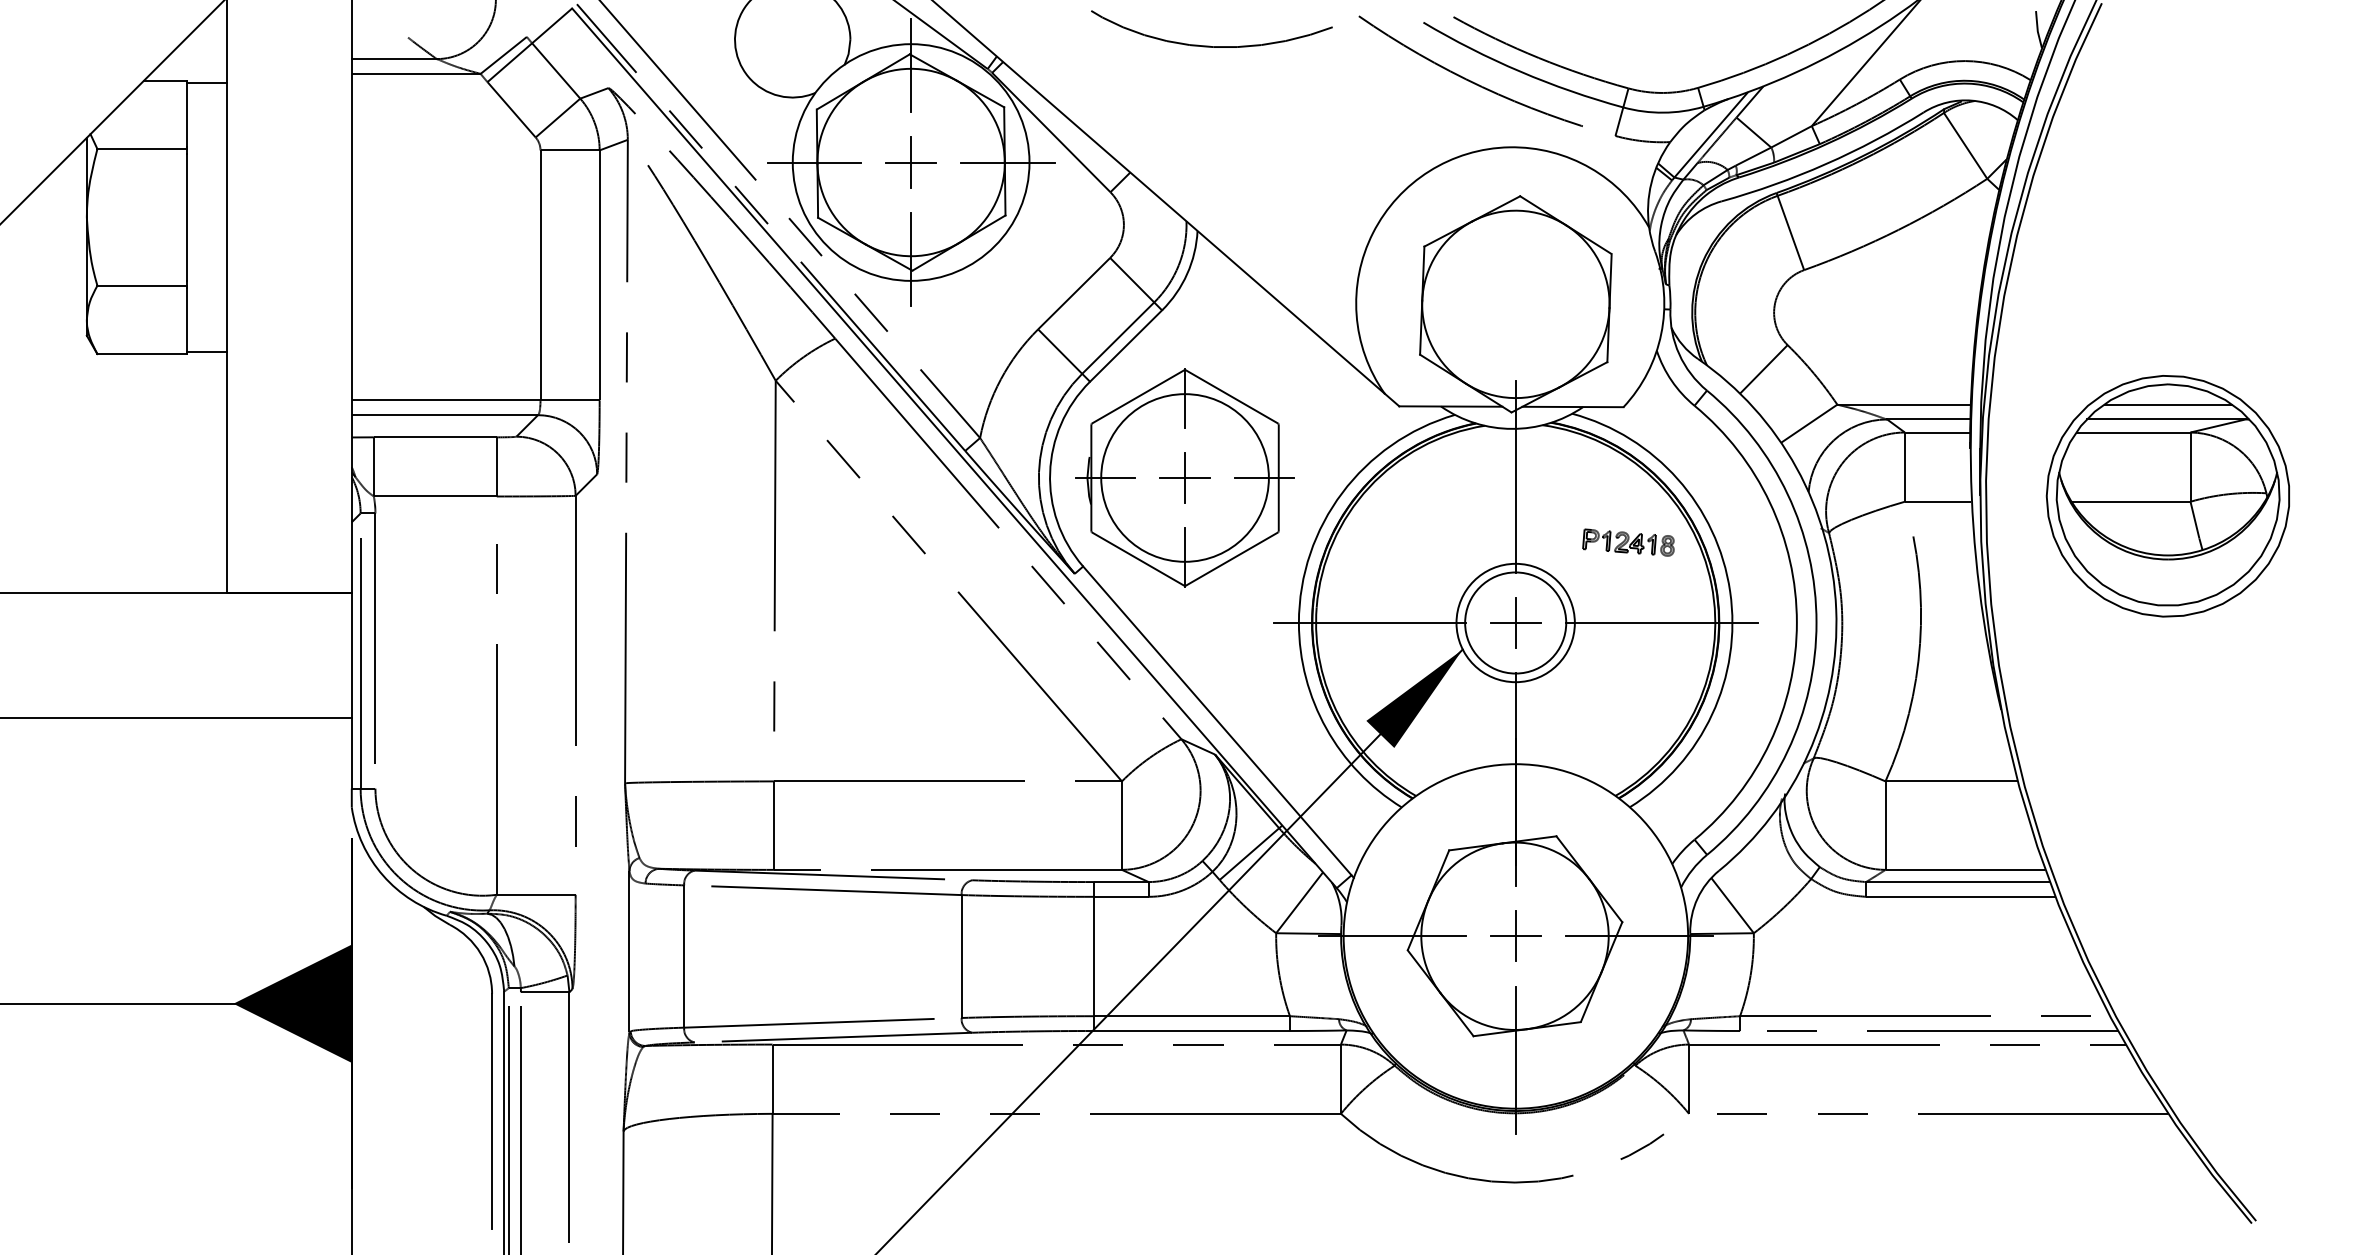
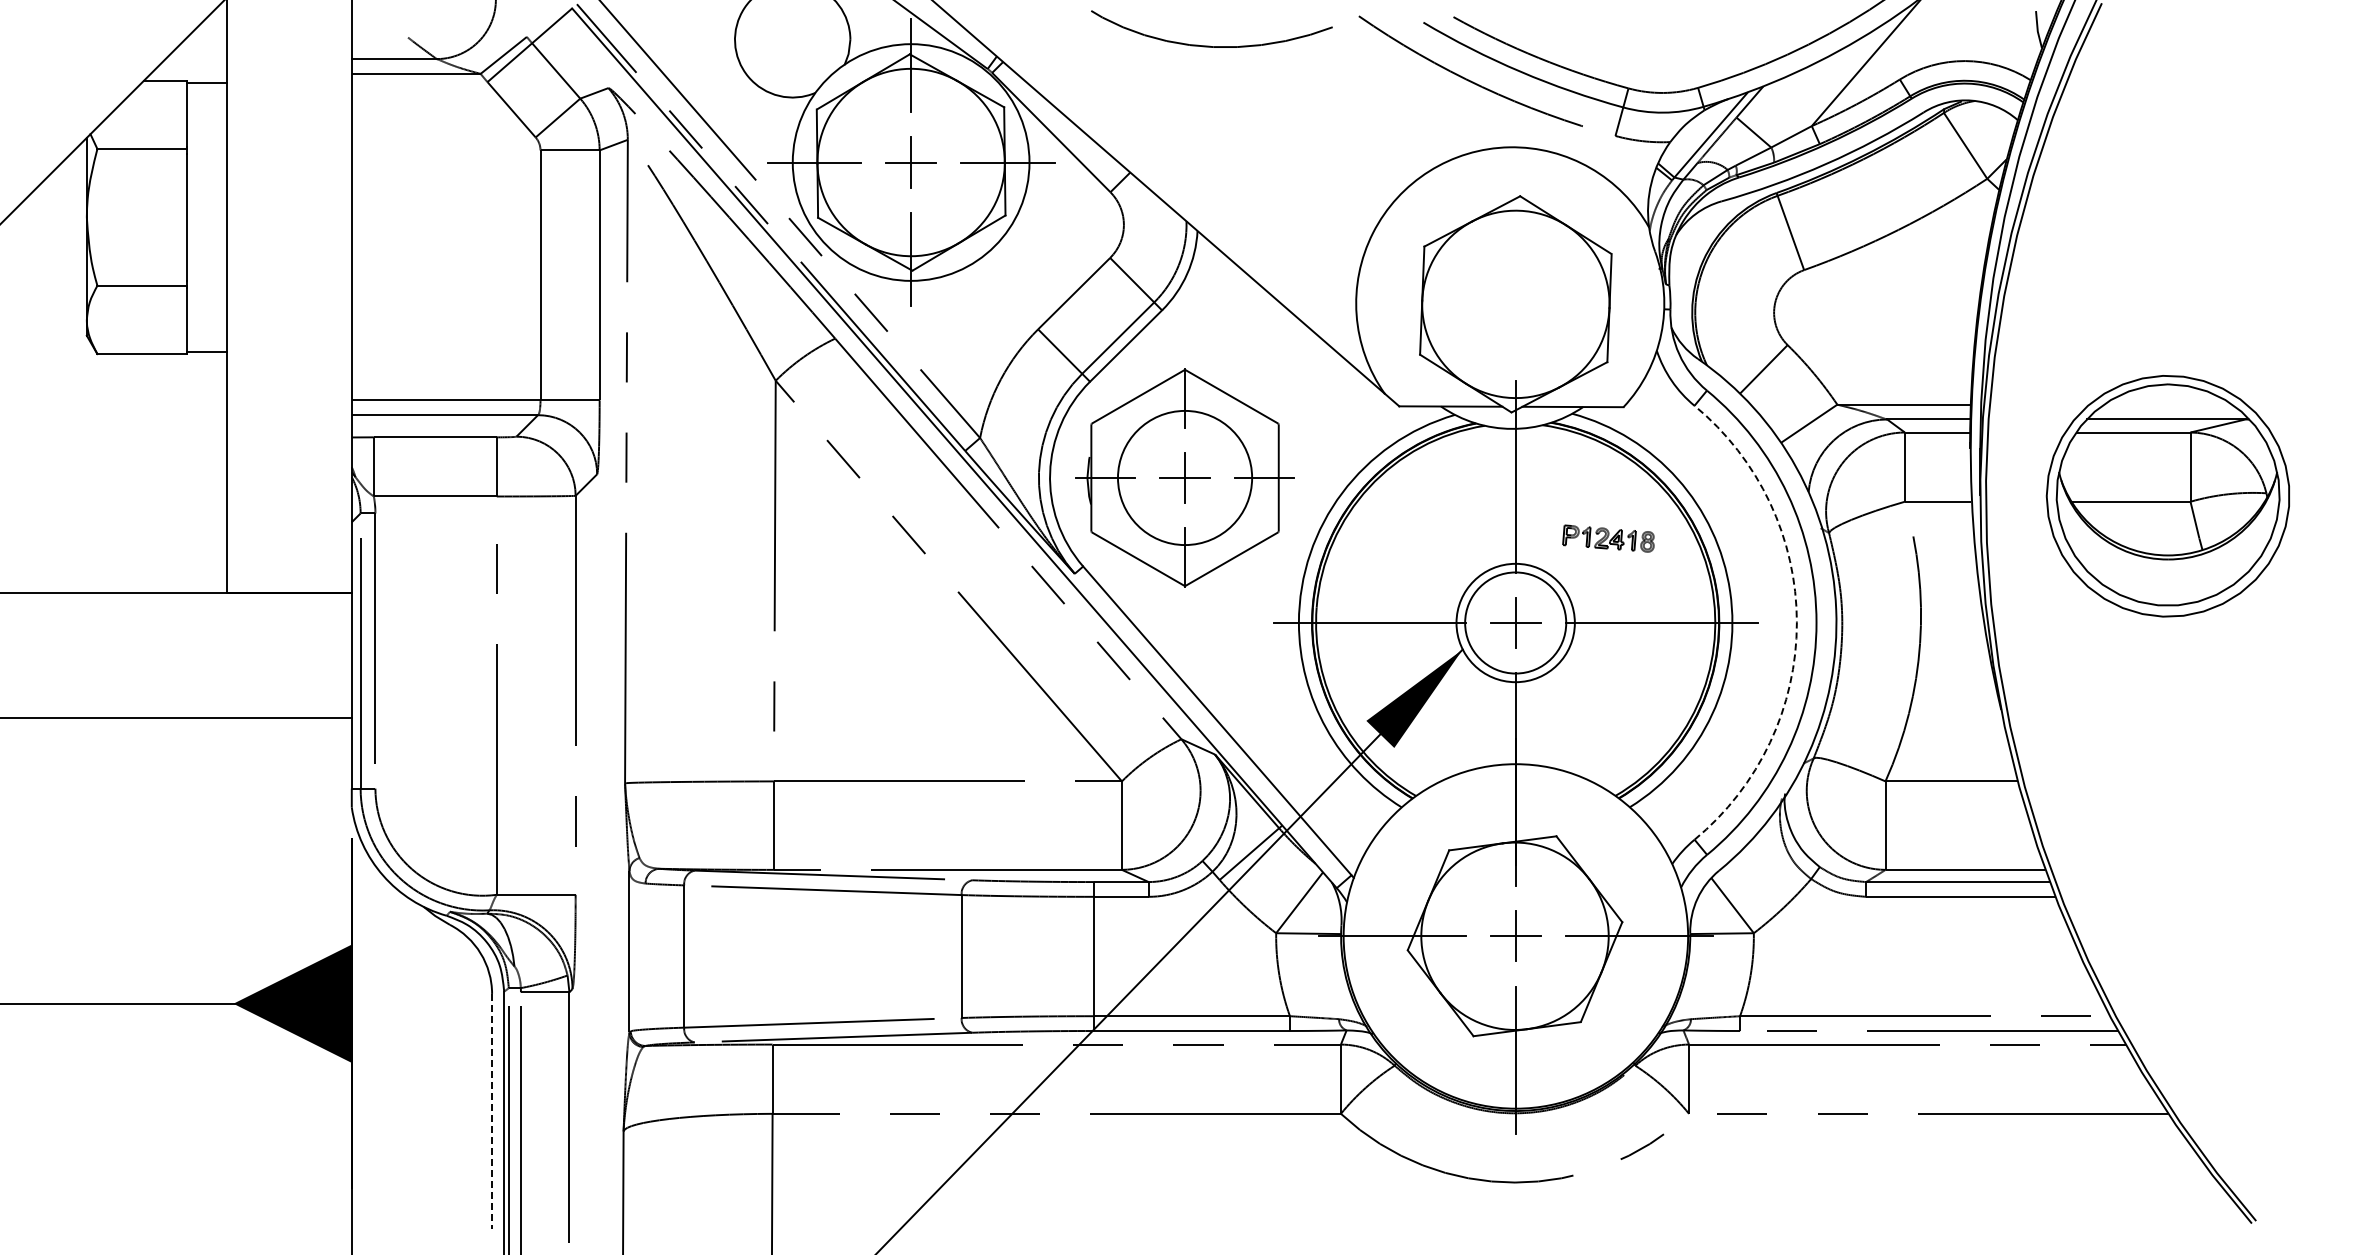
line at (2167, 404): present -> none
circle at (1184, 477) diameter: 168 px -> 134 px
part at (1628, 542) position: (1628, 542) -> (1608, 538)
arc at (1796, 622): solid -> dashed
line at (492, 1111): solid -> dashed
